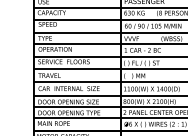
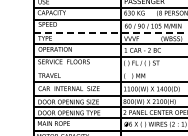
line at (110, 32): solid -> dashed
line at (108, 69): present -> none
